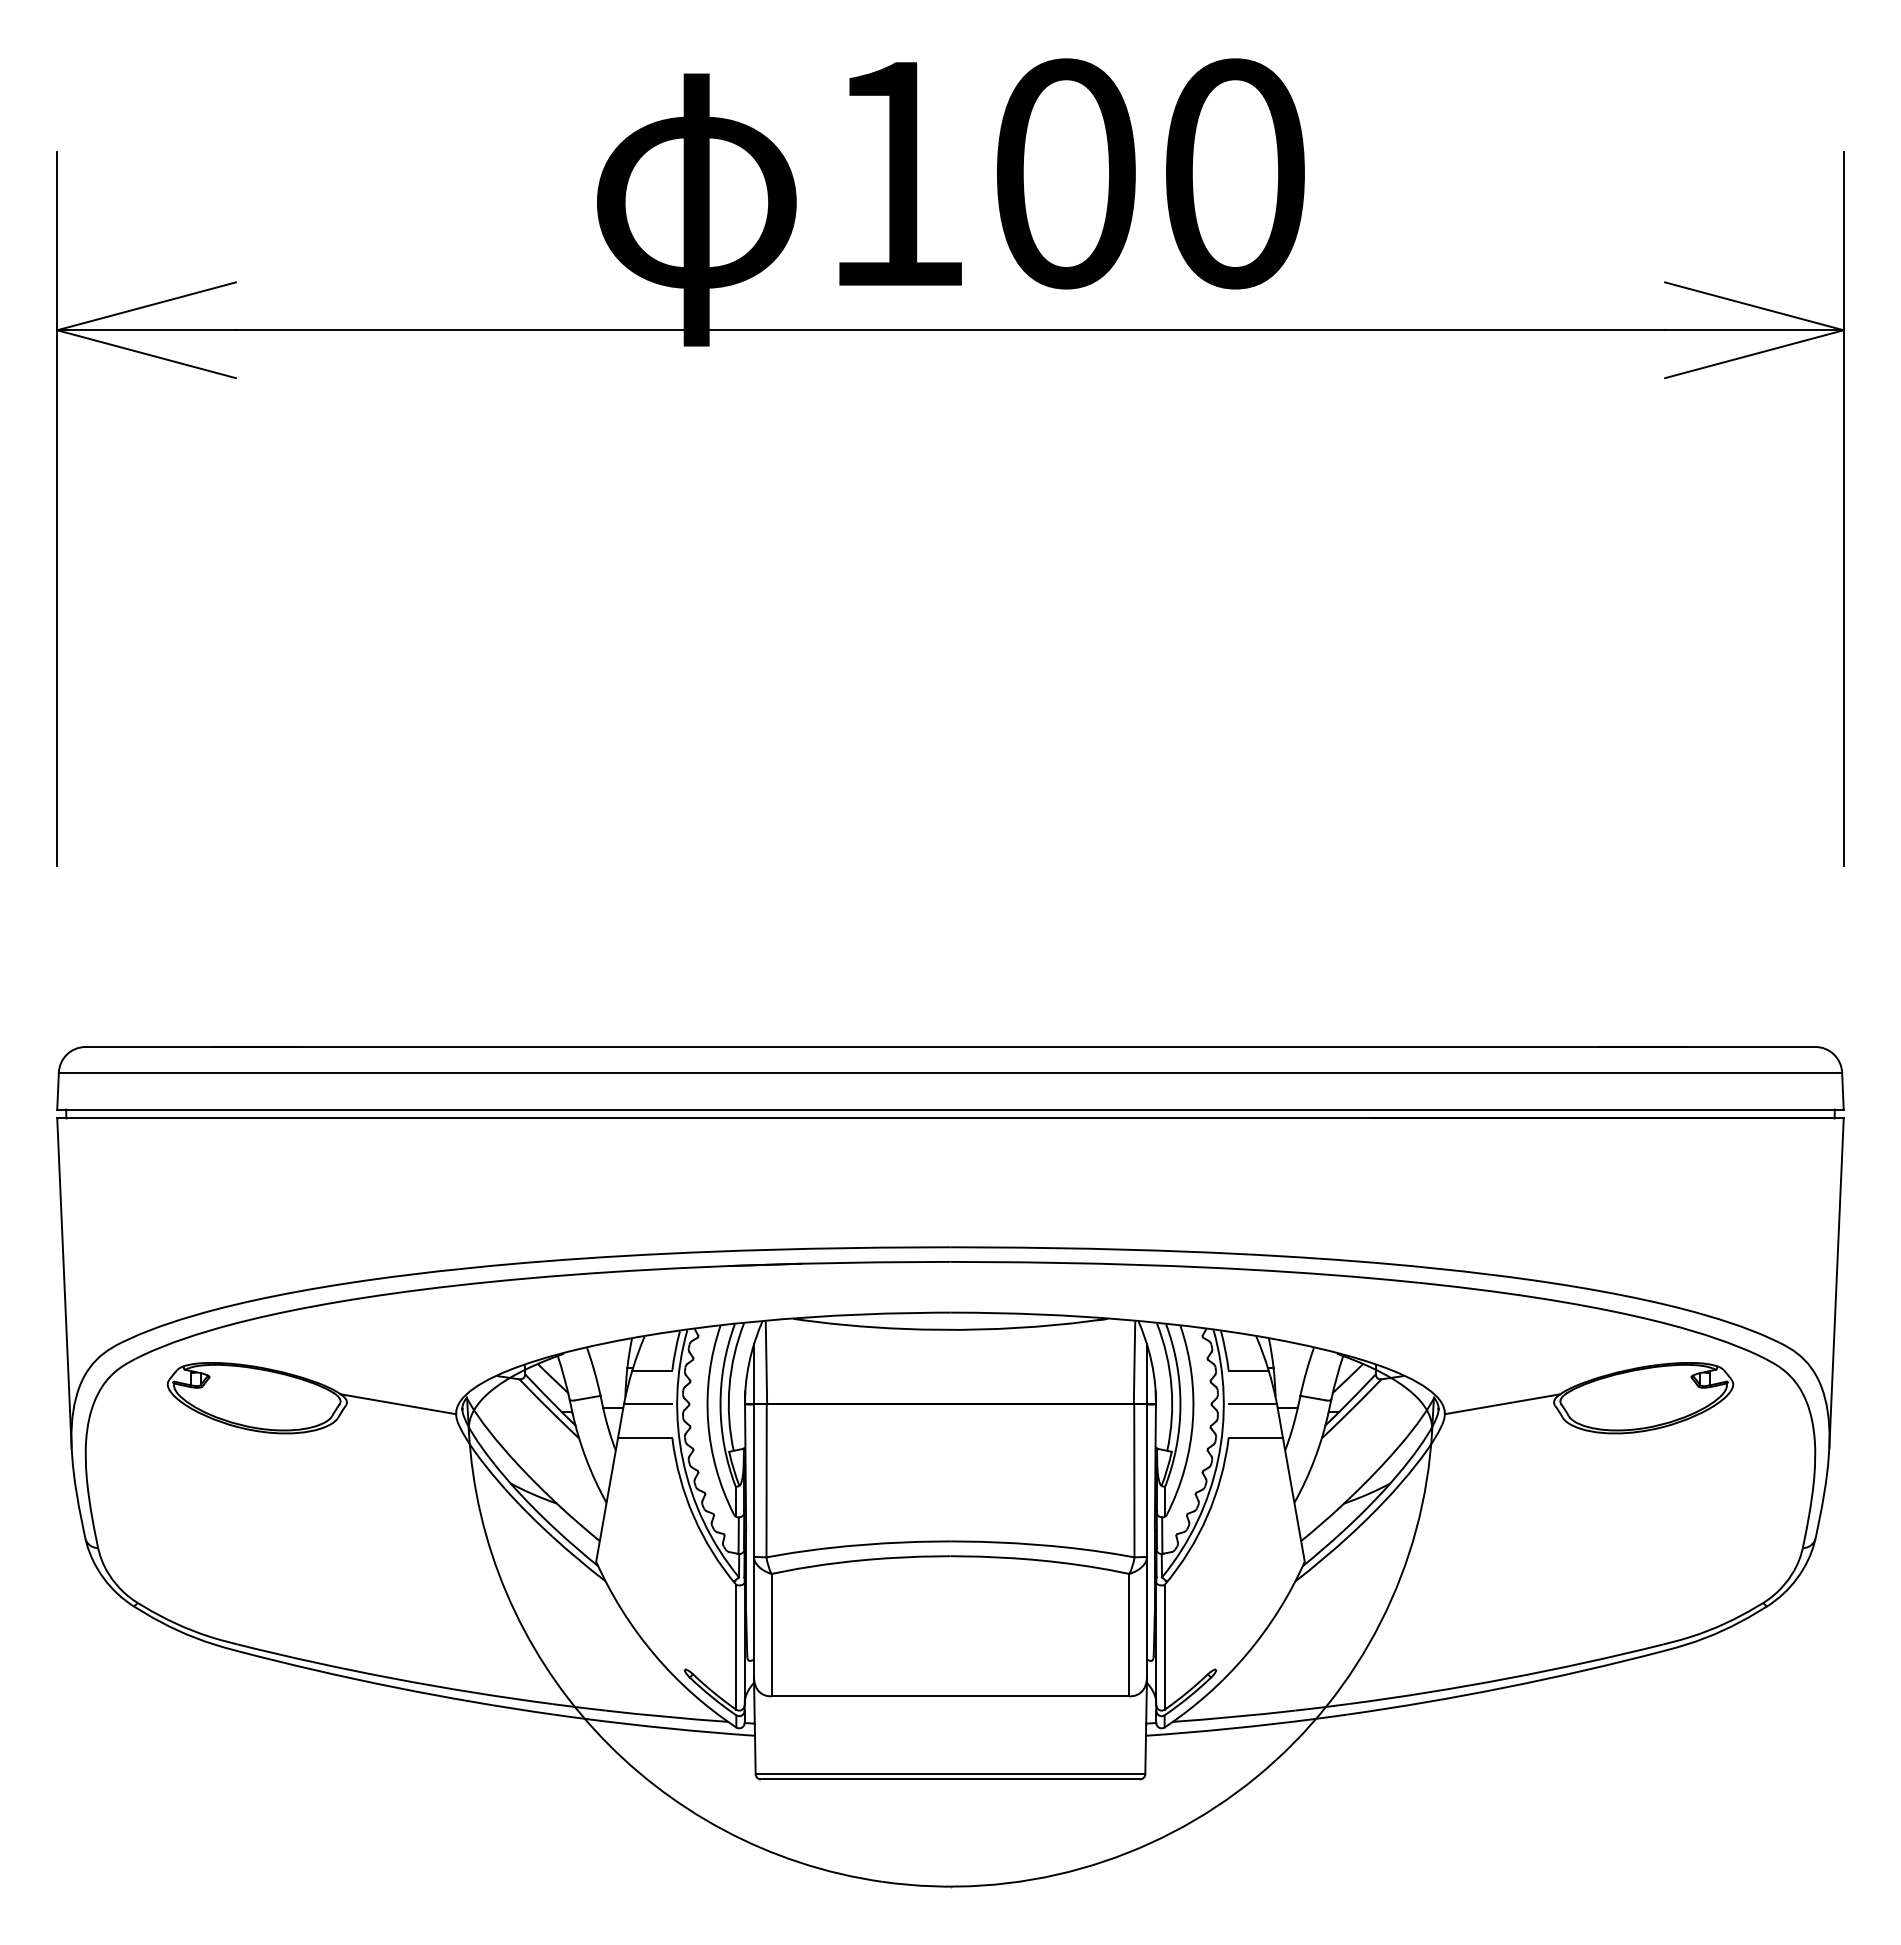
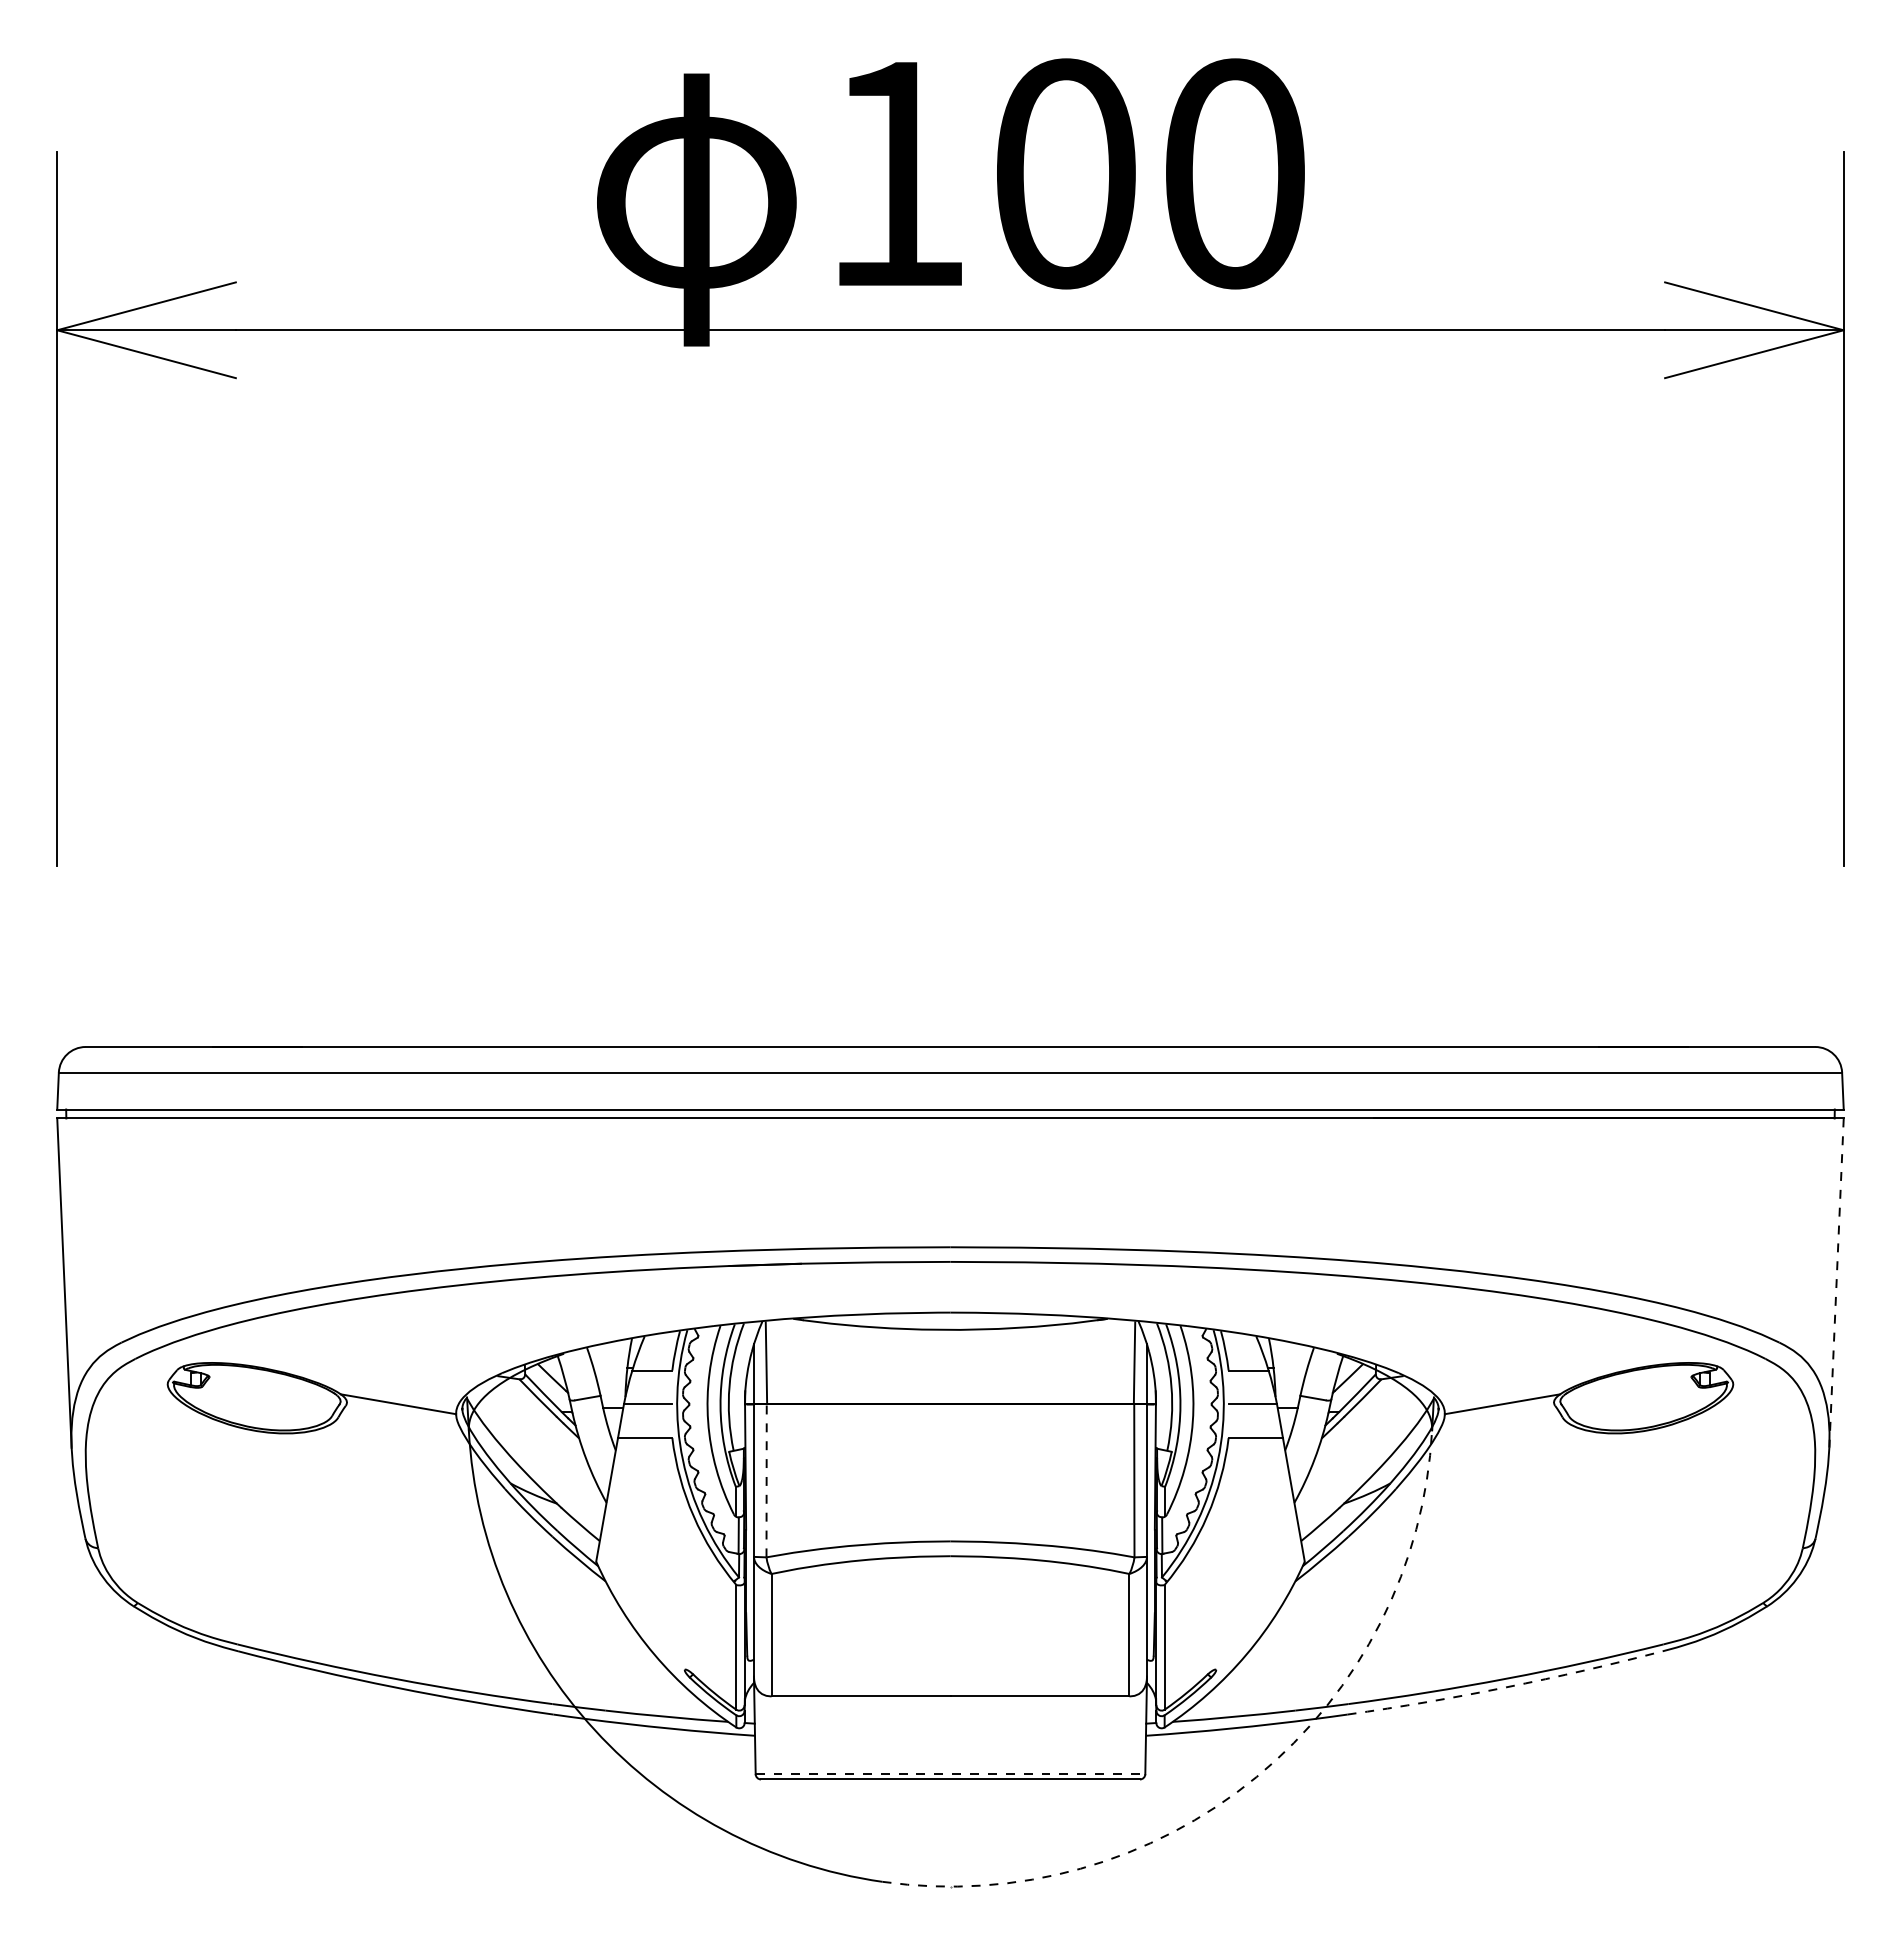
line at (1836, 1283): solid -> dashed
line at (766, 1480): solid -> dashed
arc at (1506, 1687): solid -> dashed
line at (950, 1774): solid -> dashed
arc at (1256, 1777): solid -> dashed
